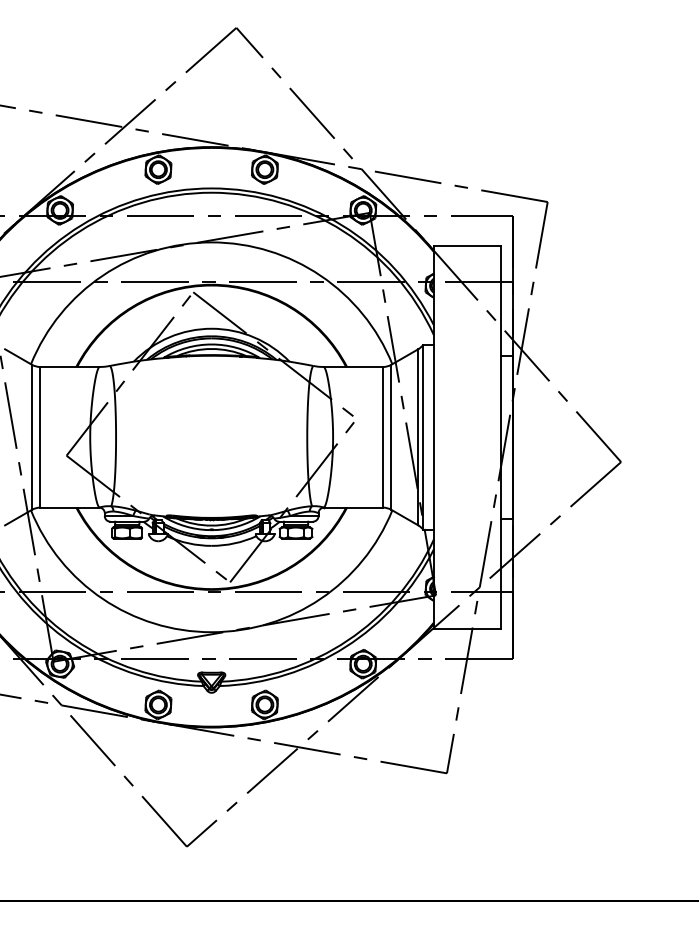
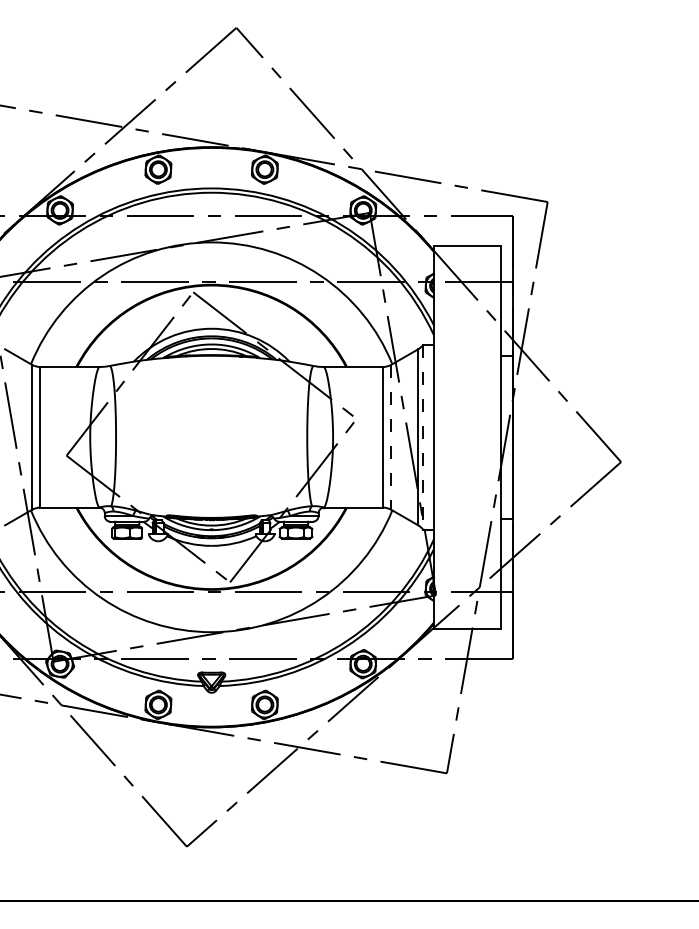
line at (391, 437): solid -> dashed
line at (423, 437): solid -> dashed
